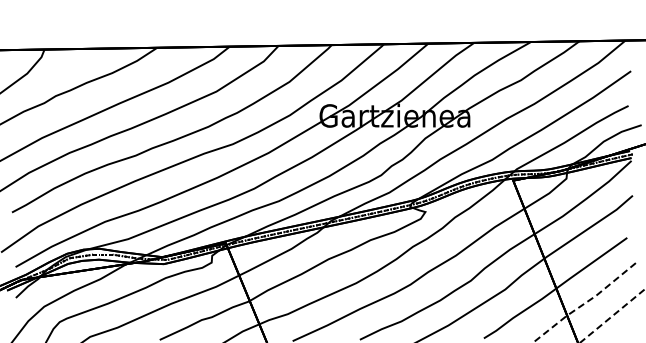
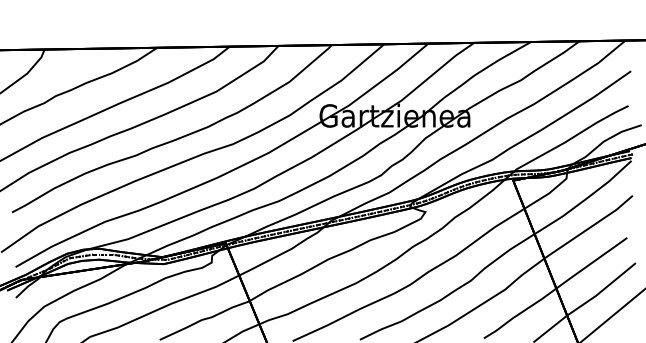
line at (584, 303): dashed -> solid
line at (612, 316): dashed -> solid
